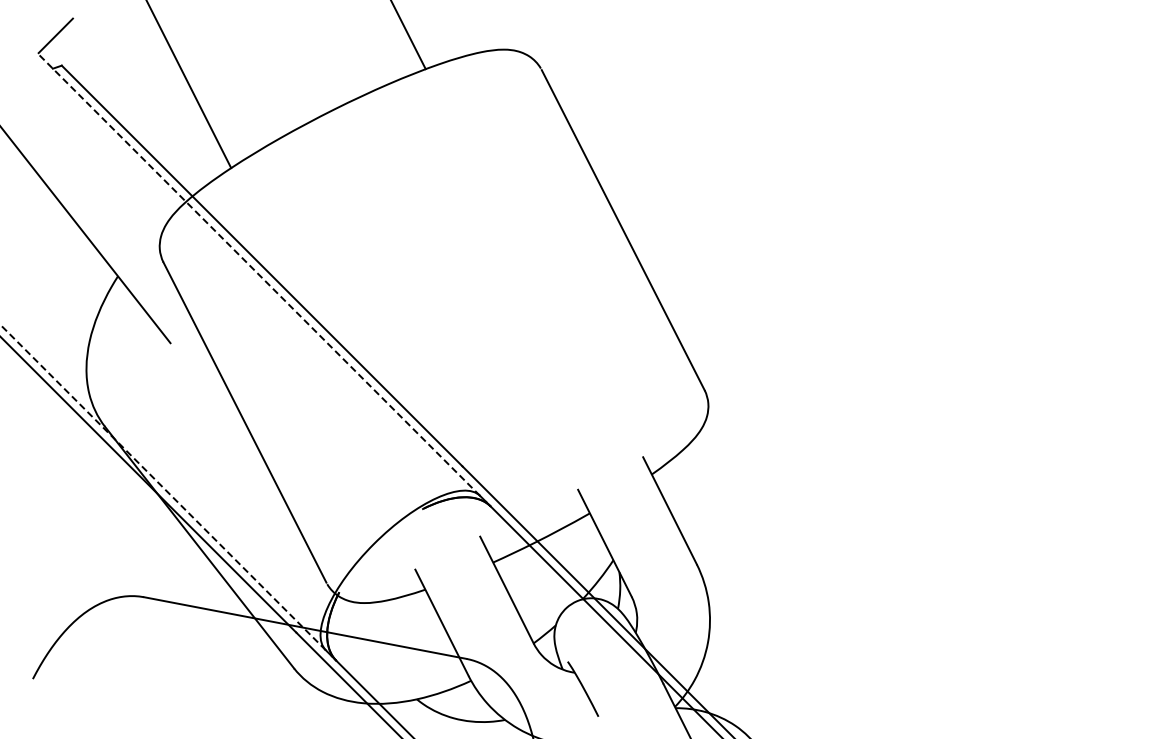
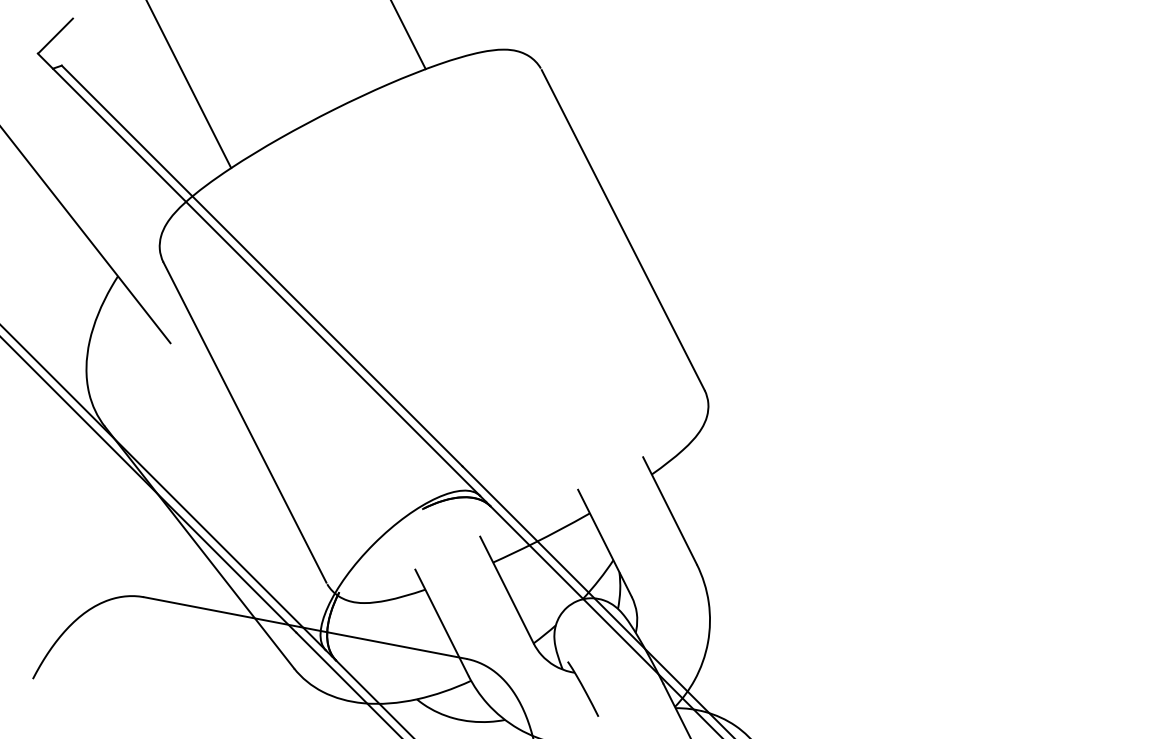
line at (259, 274): dashed -> solid
line at (162, 487): dashed -> solid
